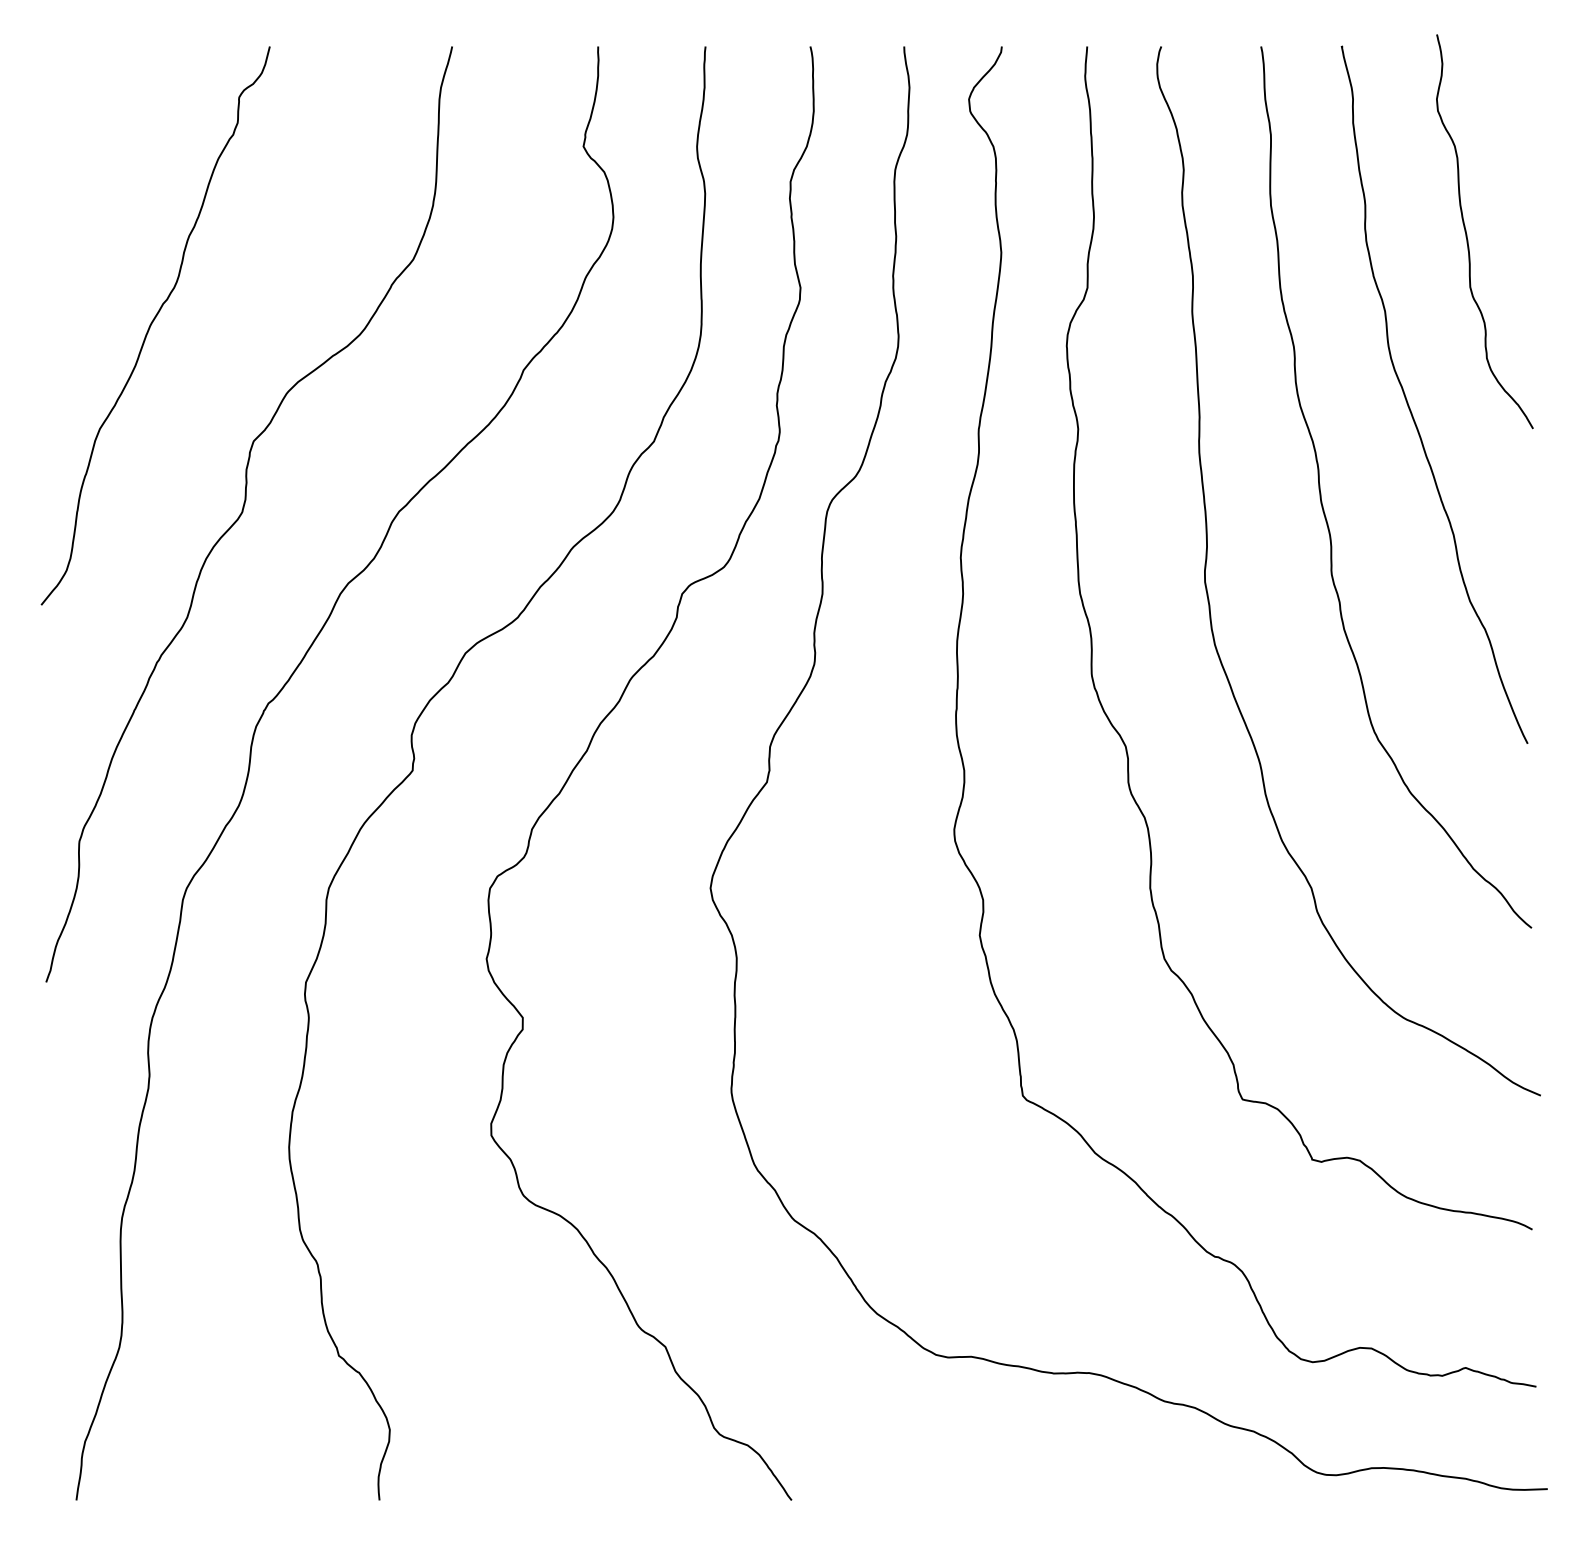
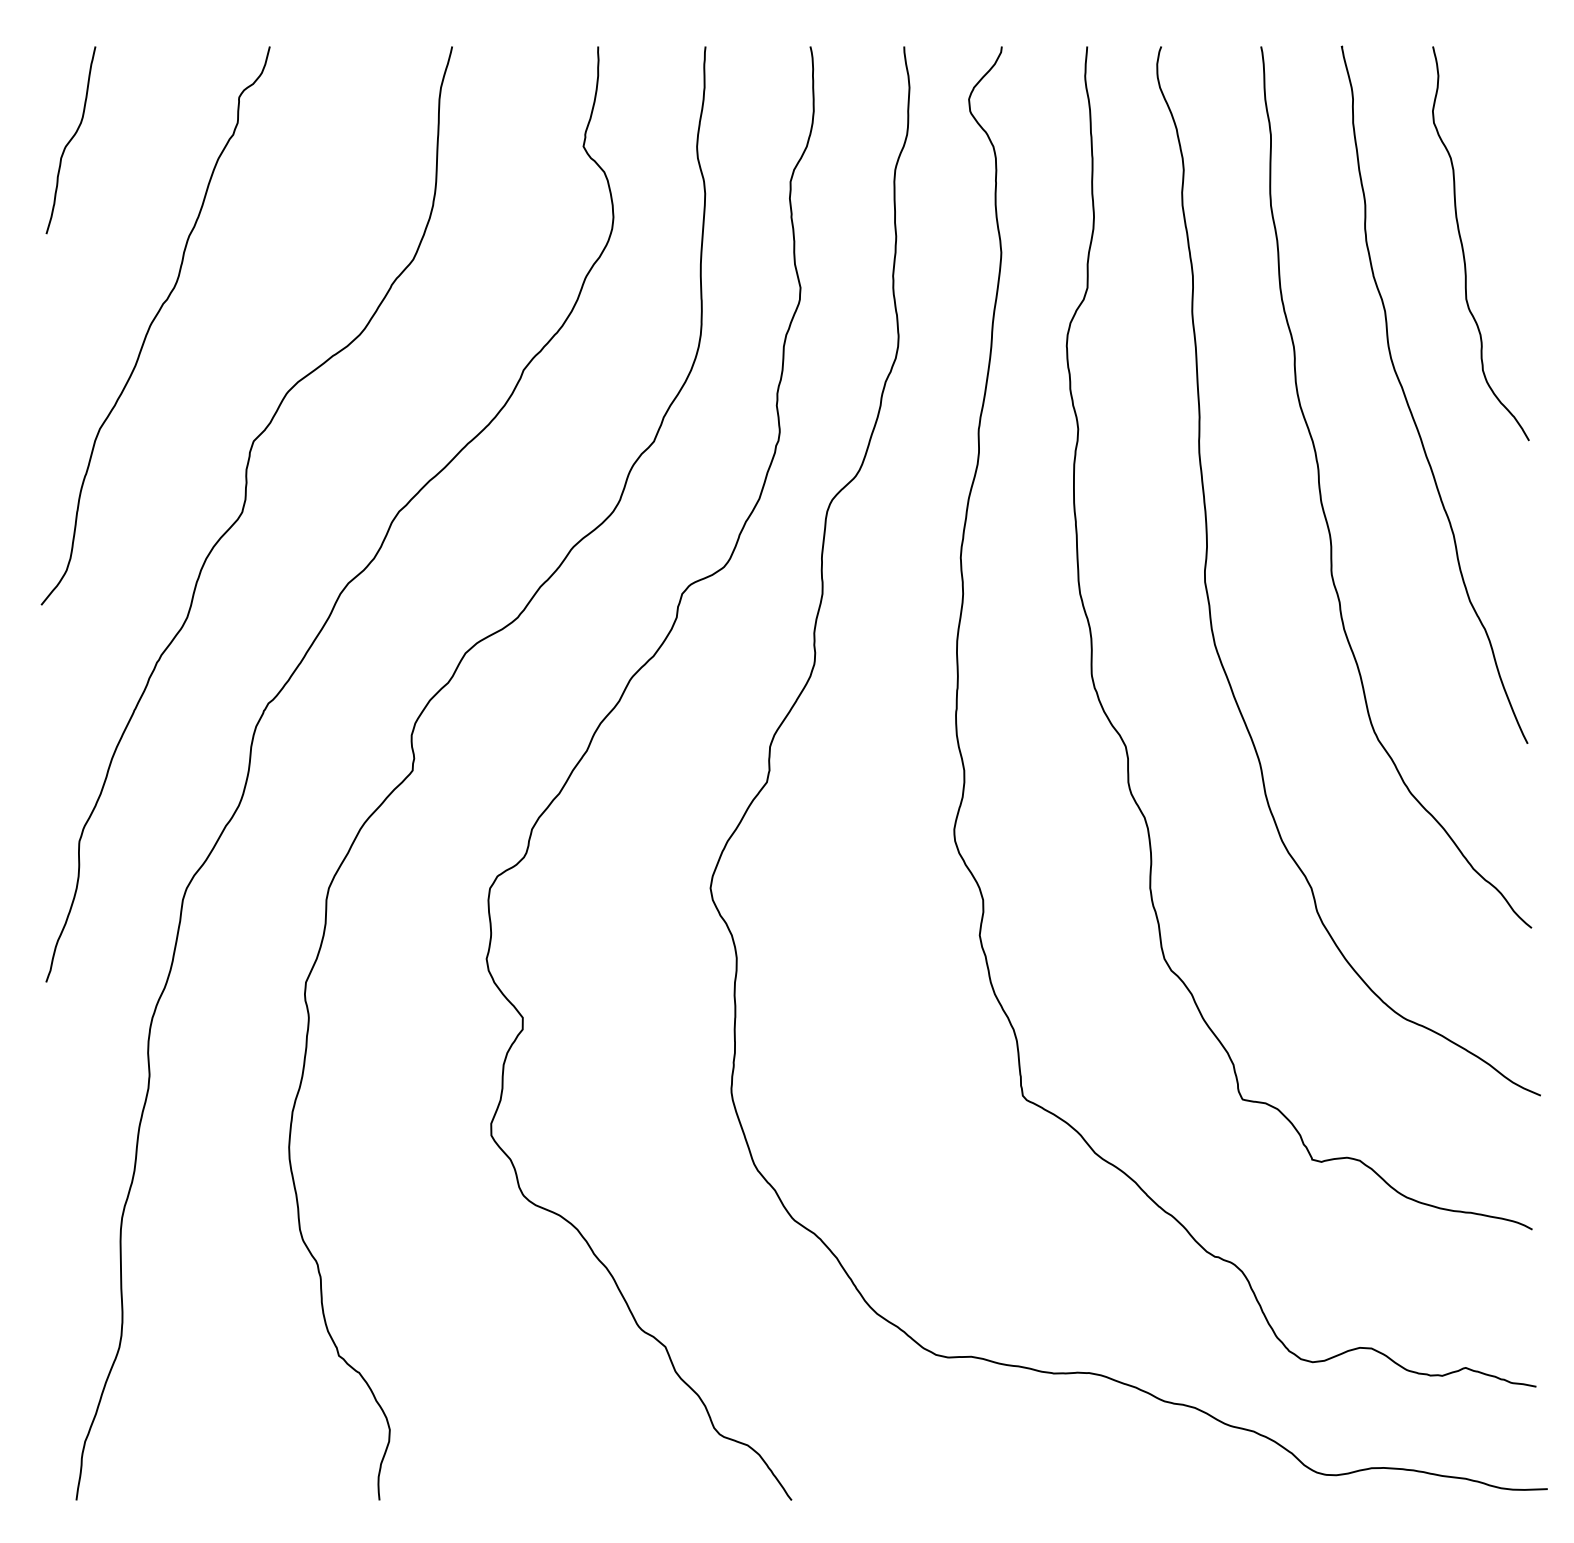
curve at (70, 140): none -> present
curve at (1467, 234) position: (1467, 234) -> (1463, 246)
